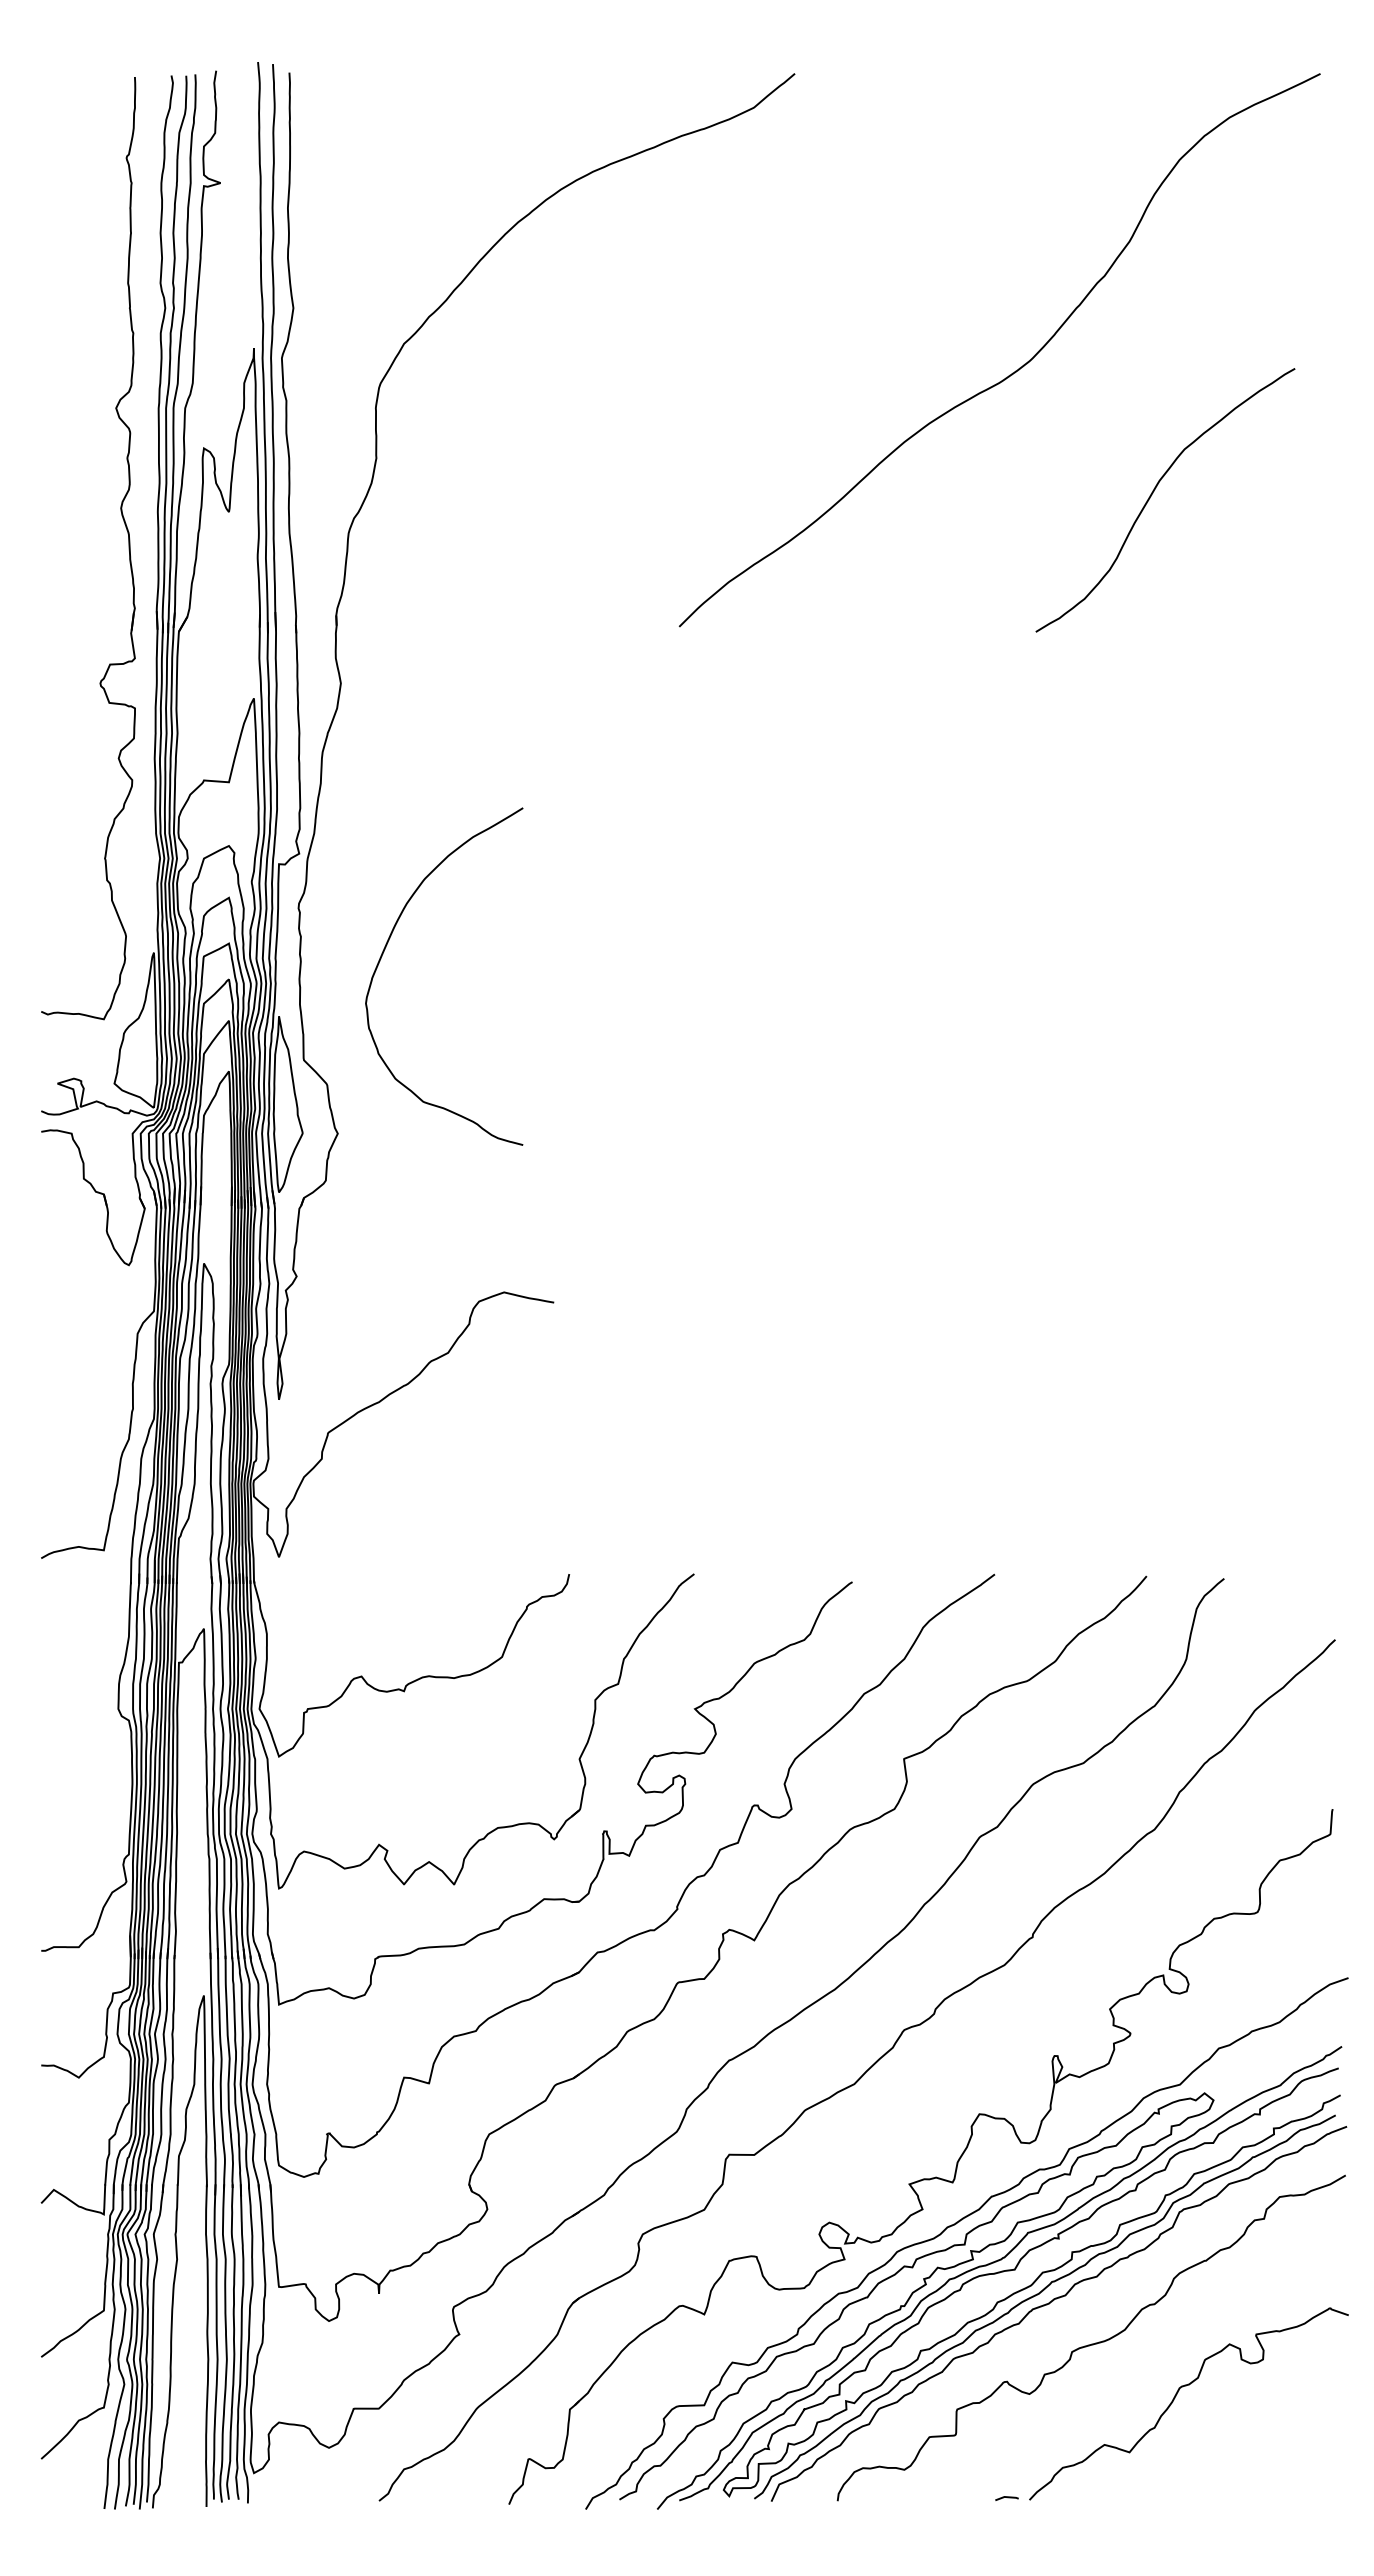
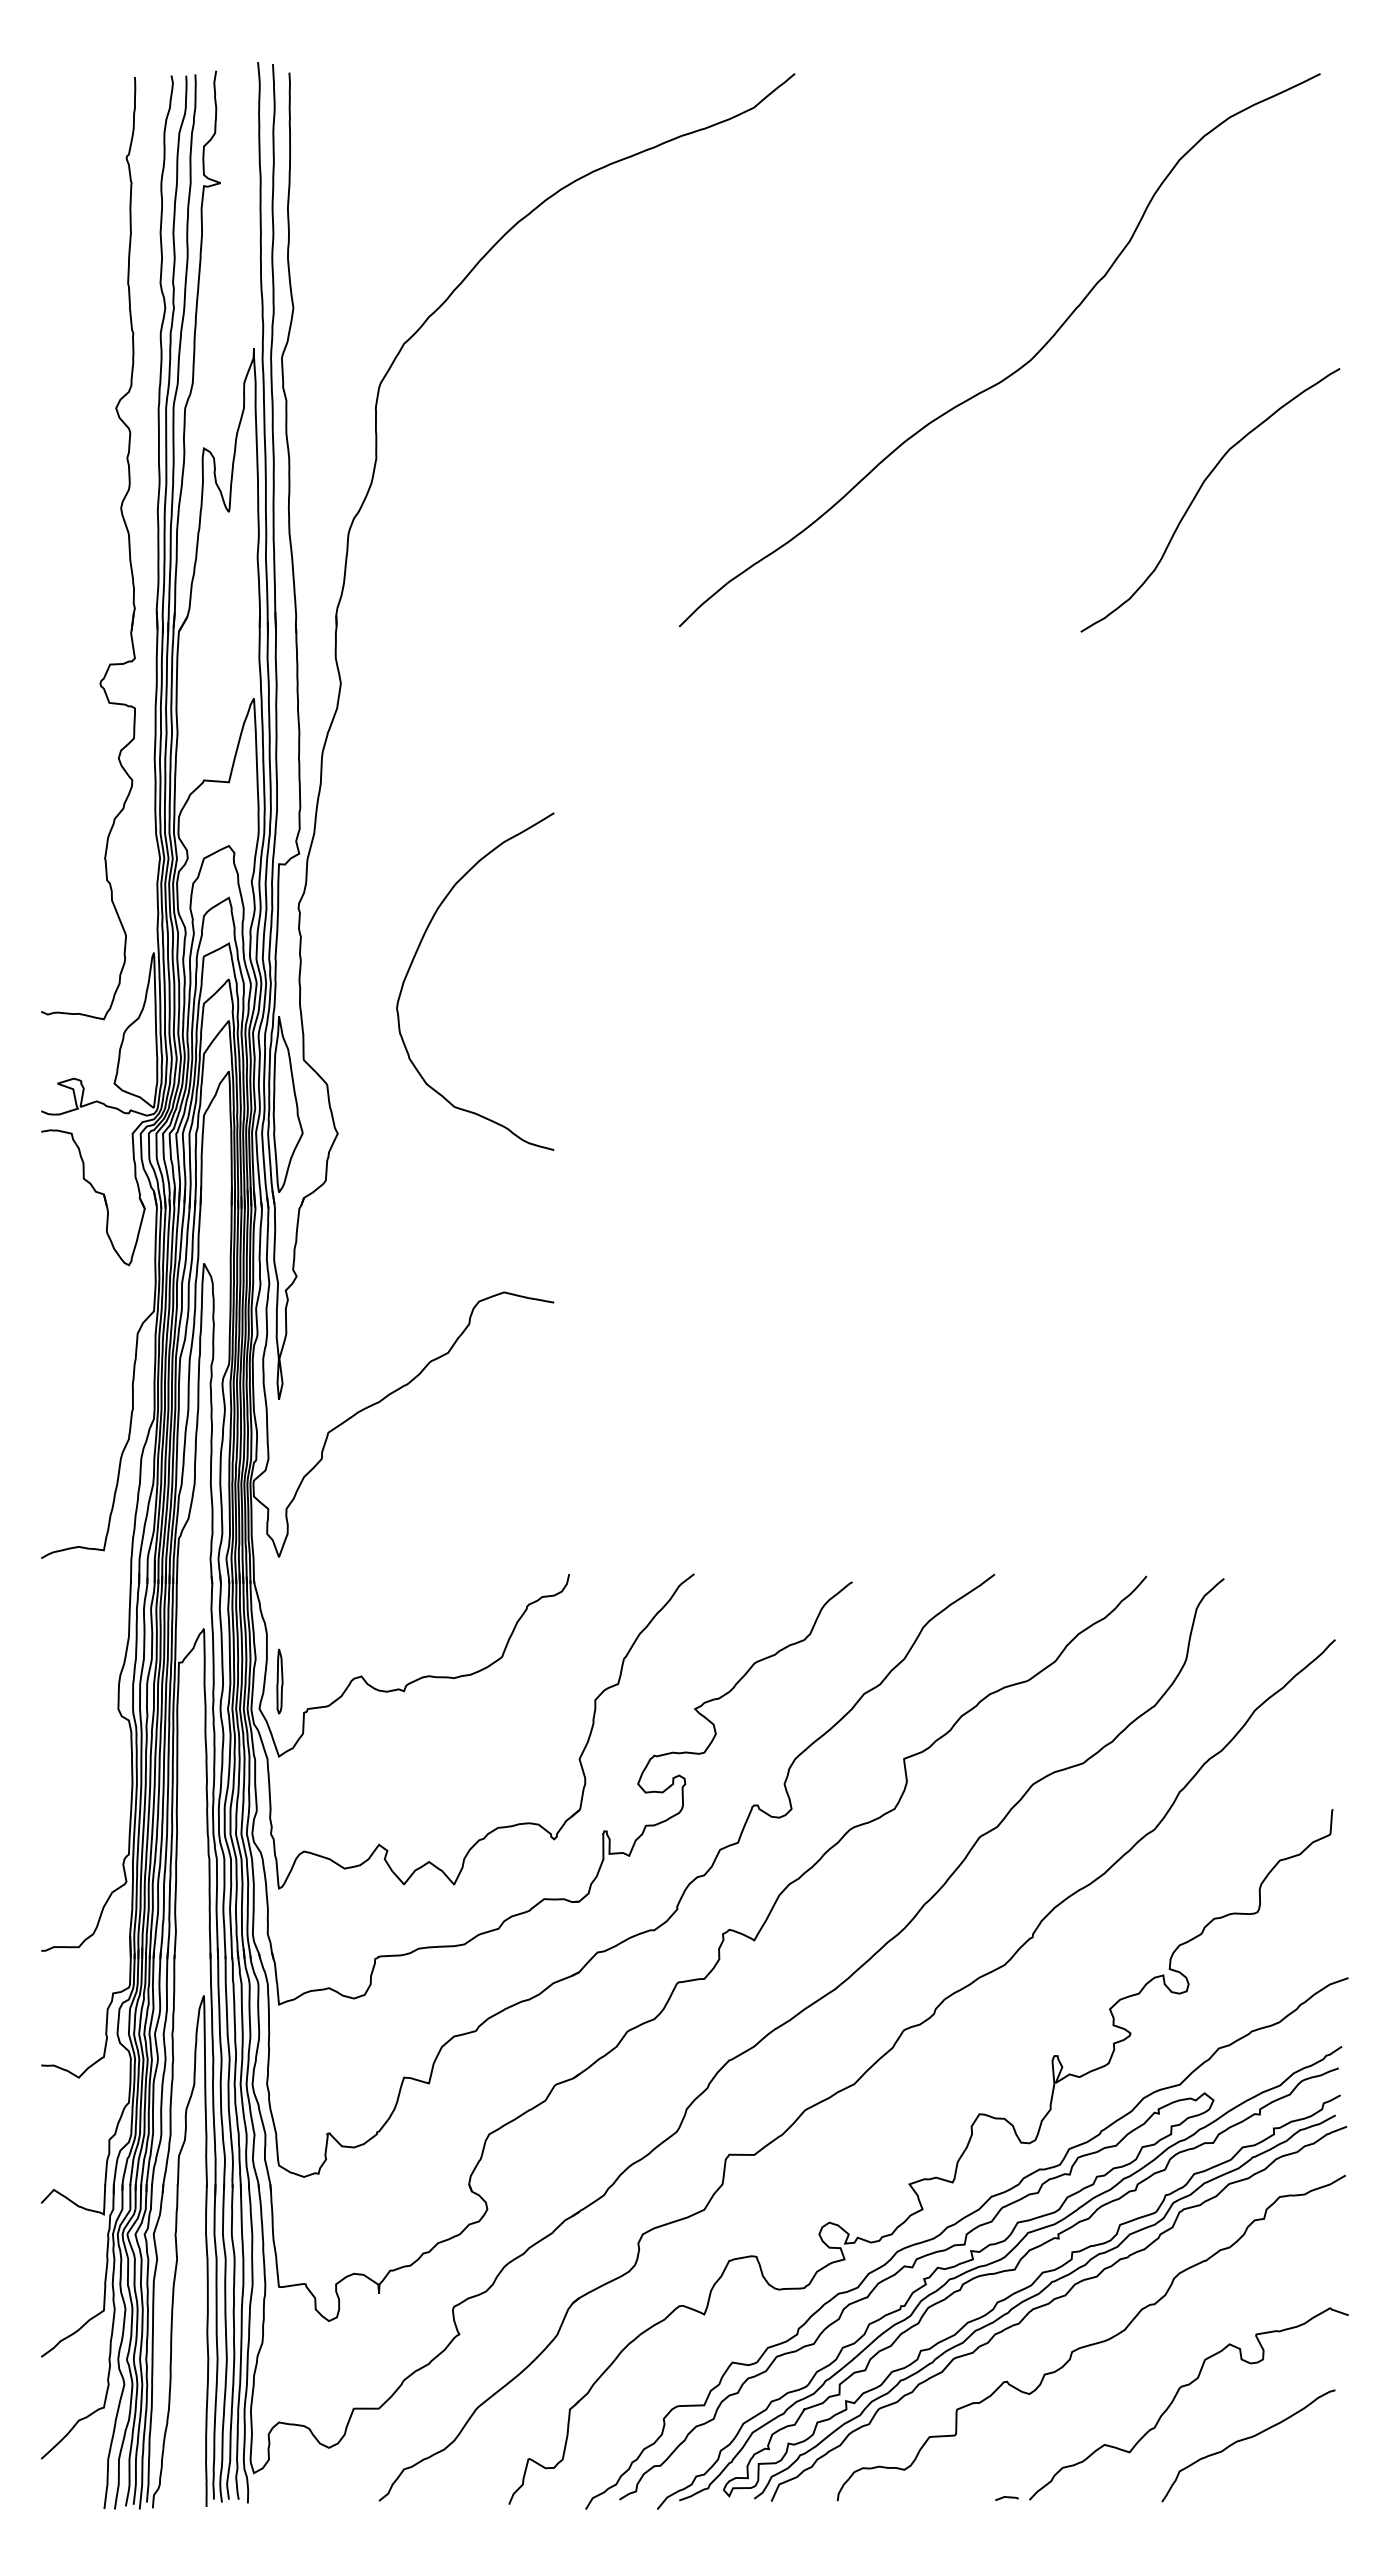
curve at (1153, 493) position: (1153, 493) -> (1198, 493)
curve at (386, 947) position: (386, 947) -> (417, 952)
part at (279, 1681): none -> present
curve at (1247, 2439): none -> present
